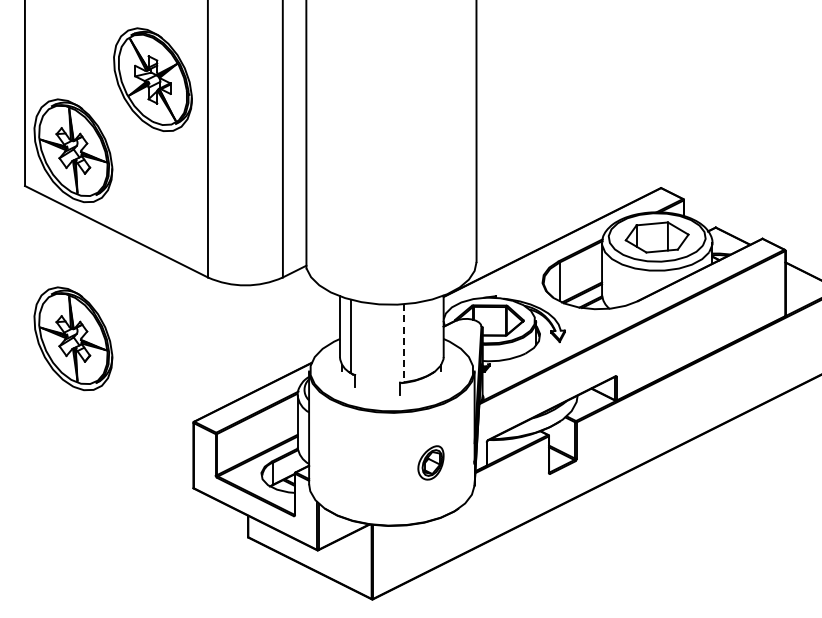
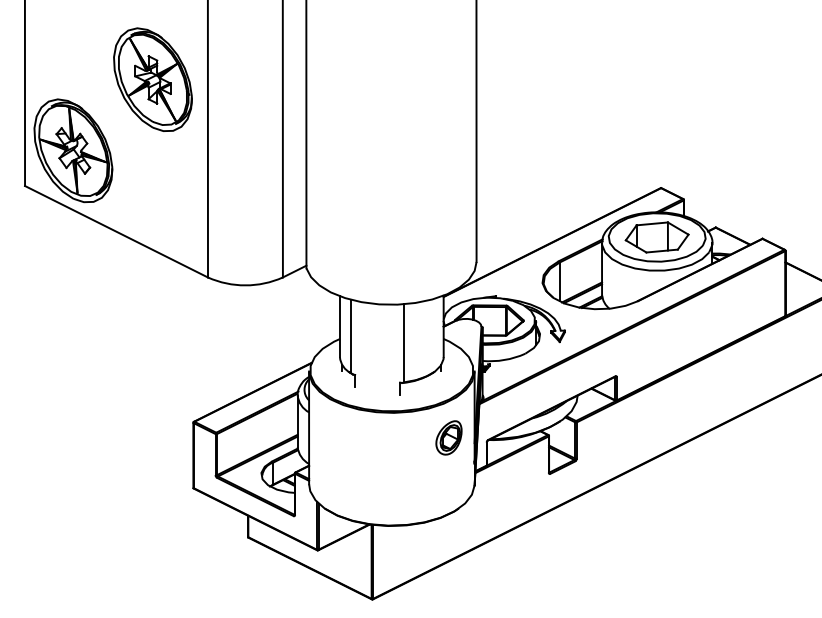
part at (73, 338): present -> none
line at (404, 343): dashed -> solid
part at (430, 462) position: (430, 462) -> (448, 437)
